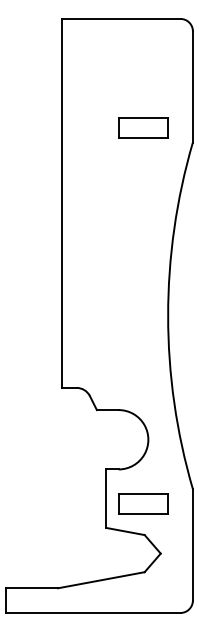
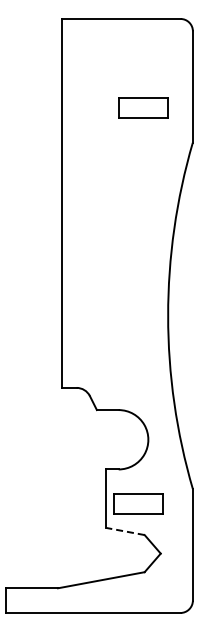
part at (143, 127) position: (143, 127) -> (143, 107)
part at (143, 503) position: (143, 503) -> (138, 503)
line at (125, 531): solid -> dashed
